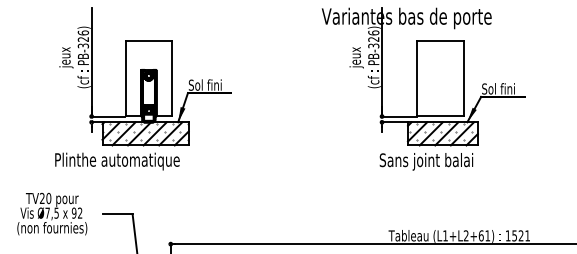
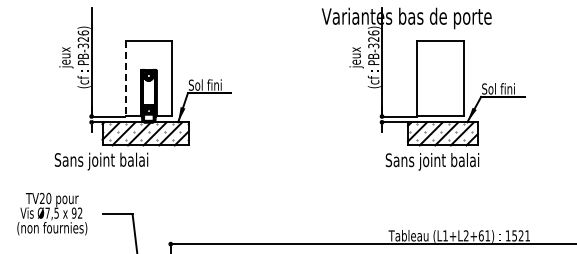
line at (125, 78): solid -> dashed
text at (116, 161): Plinthe automatique -> Sans joint balai
text at (426, 161) position: (426, 161) -> (432, 161)
